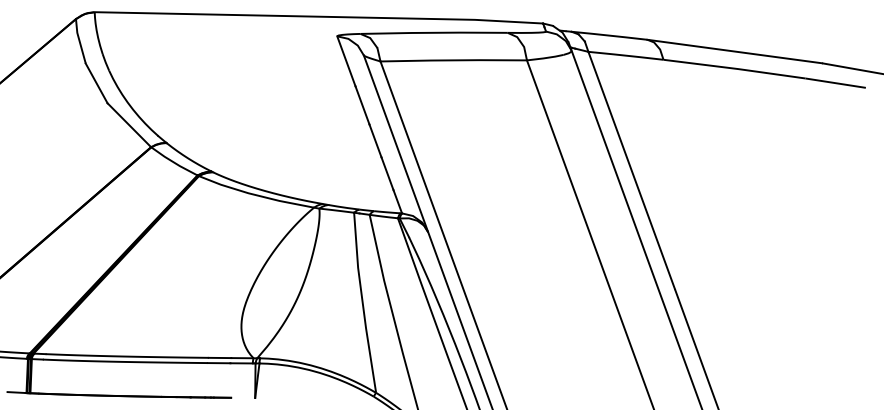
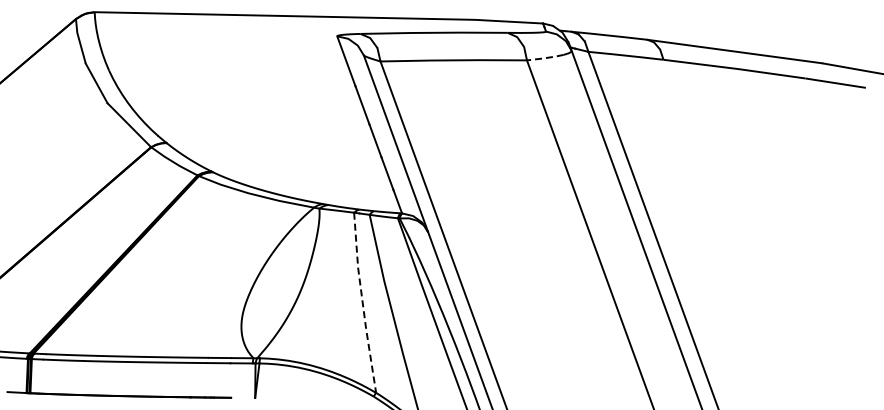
line at (545, 58): solid -> dashed
line at (362, 303): solid -> dashed
